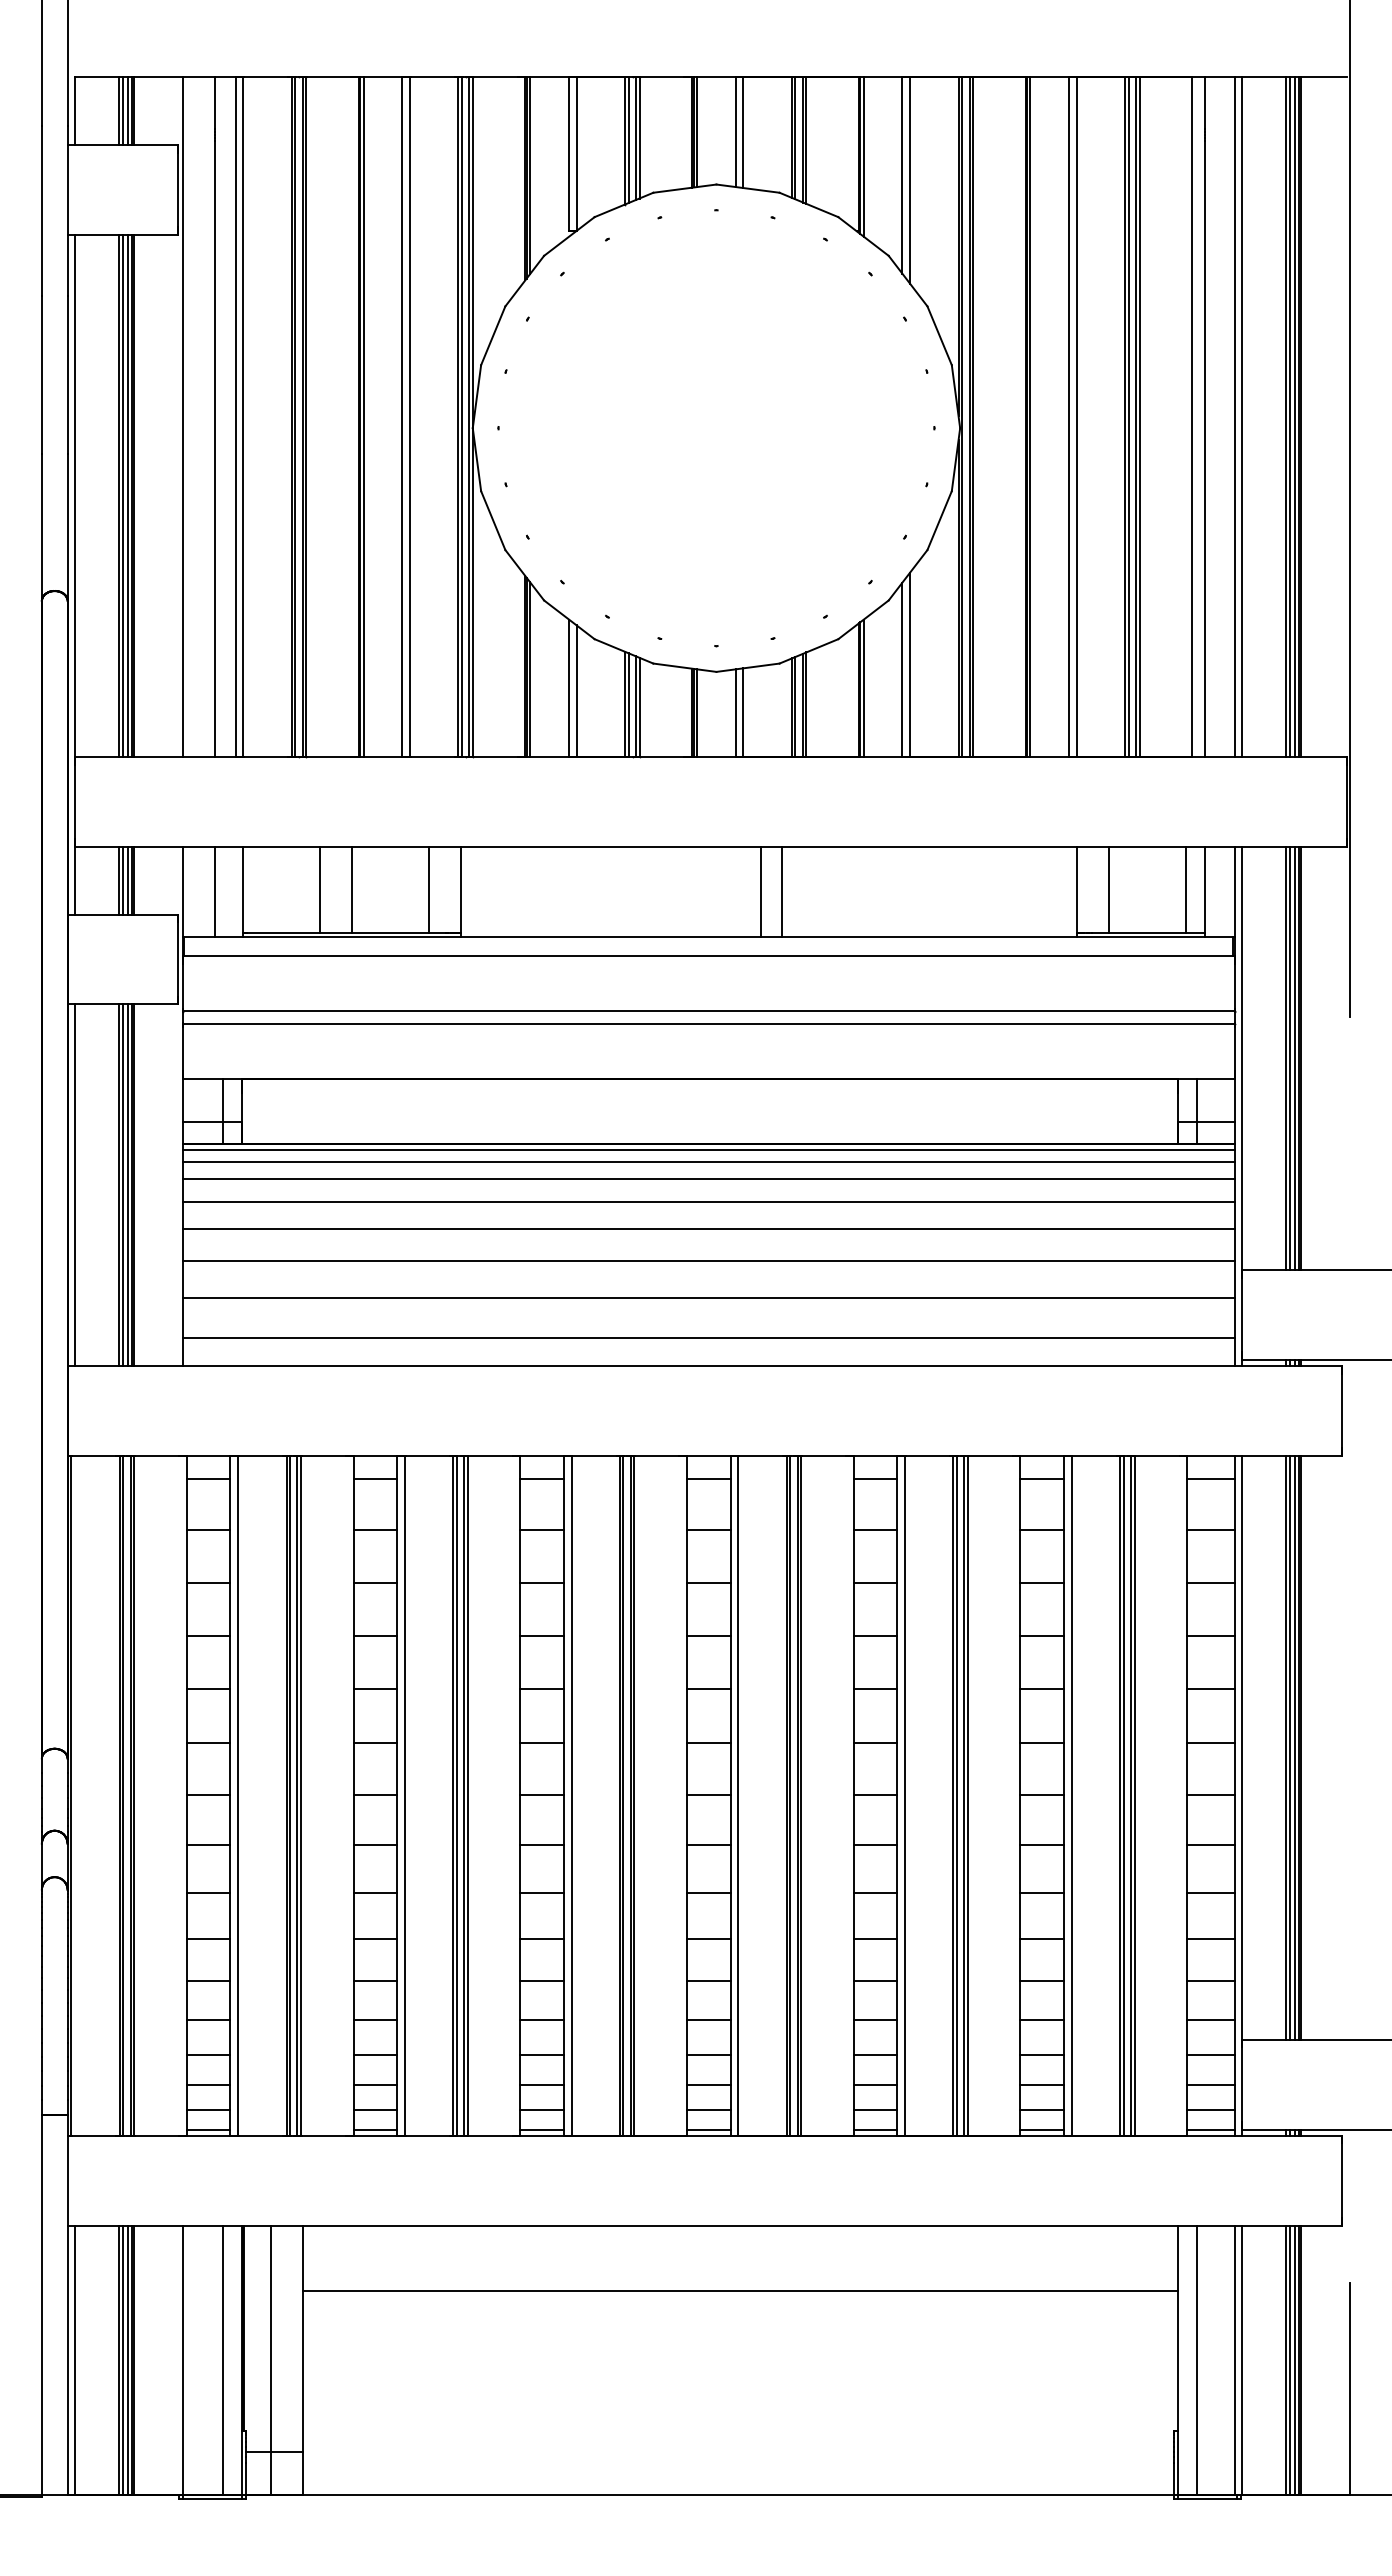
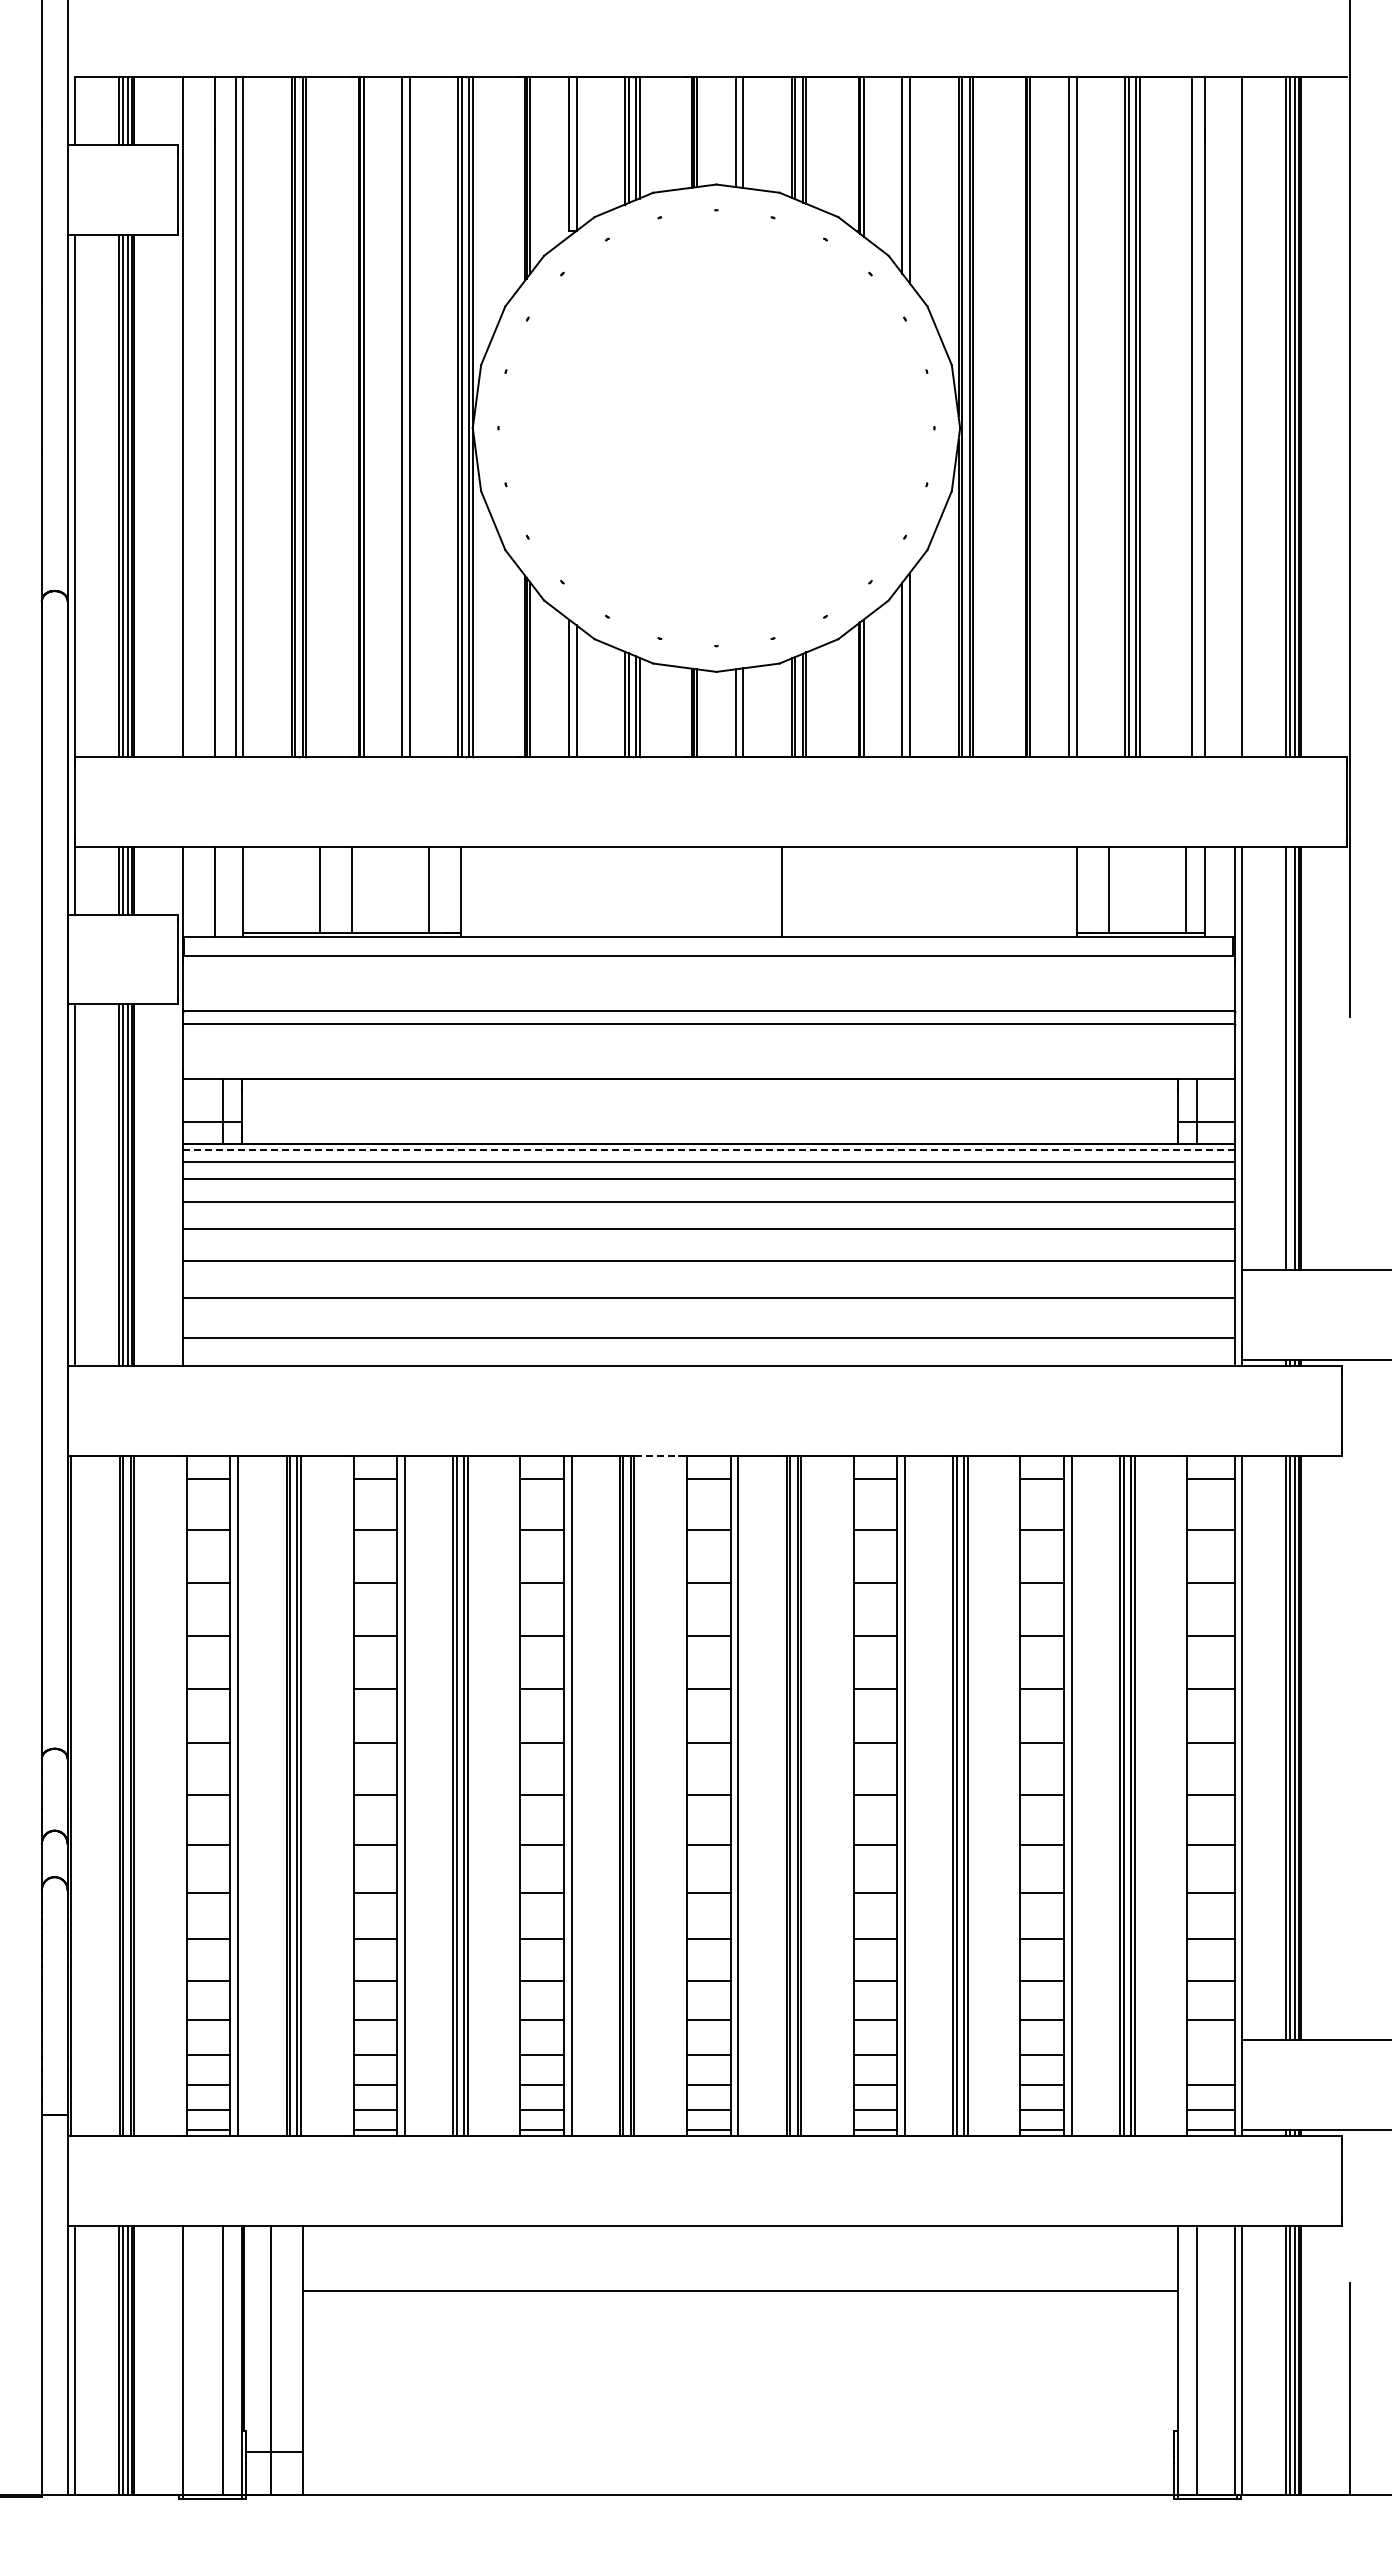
line at (1234, 417): present -> none
line at (761, 891): present -> none
line at (1289, 1058): present -> none
line at (708, 1150): solid -> dashed
line at (657, 1456): solid -> dashed
line at (1210, 2054): present -> none
